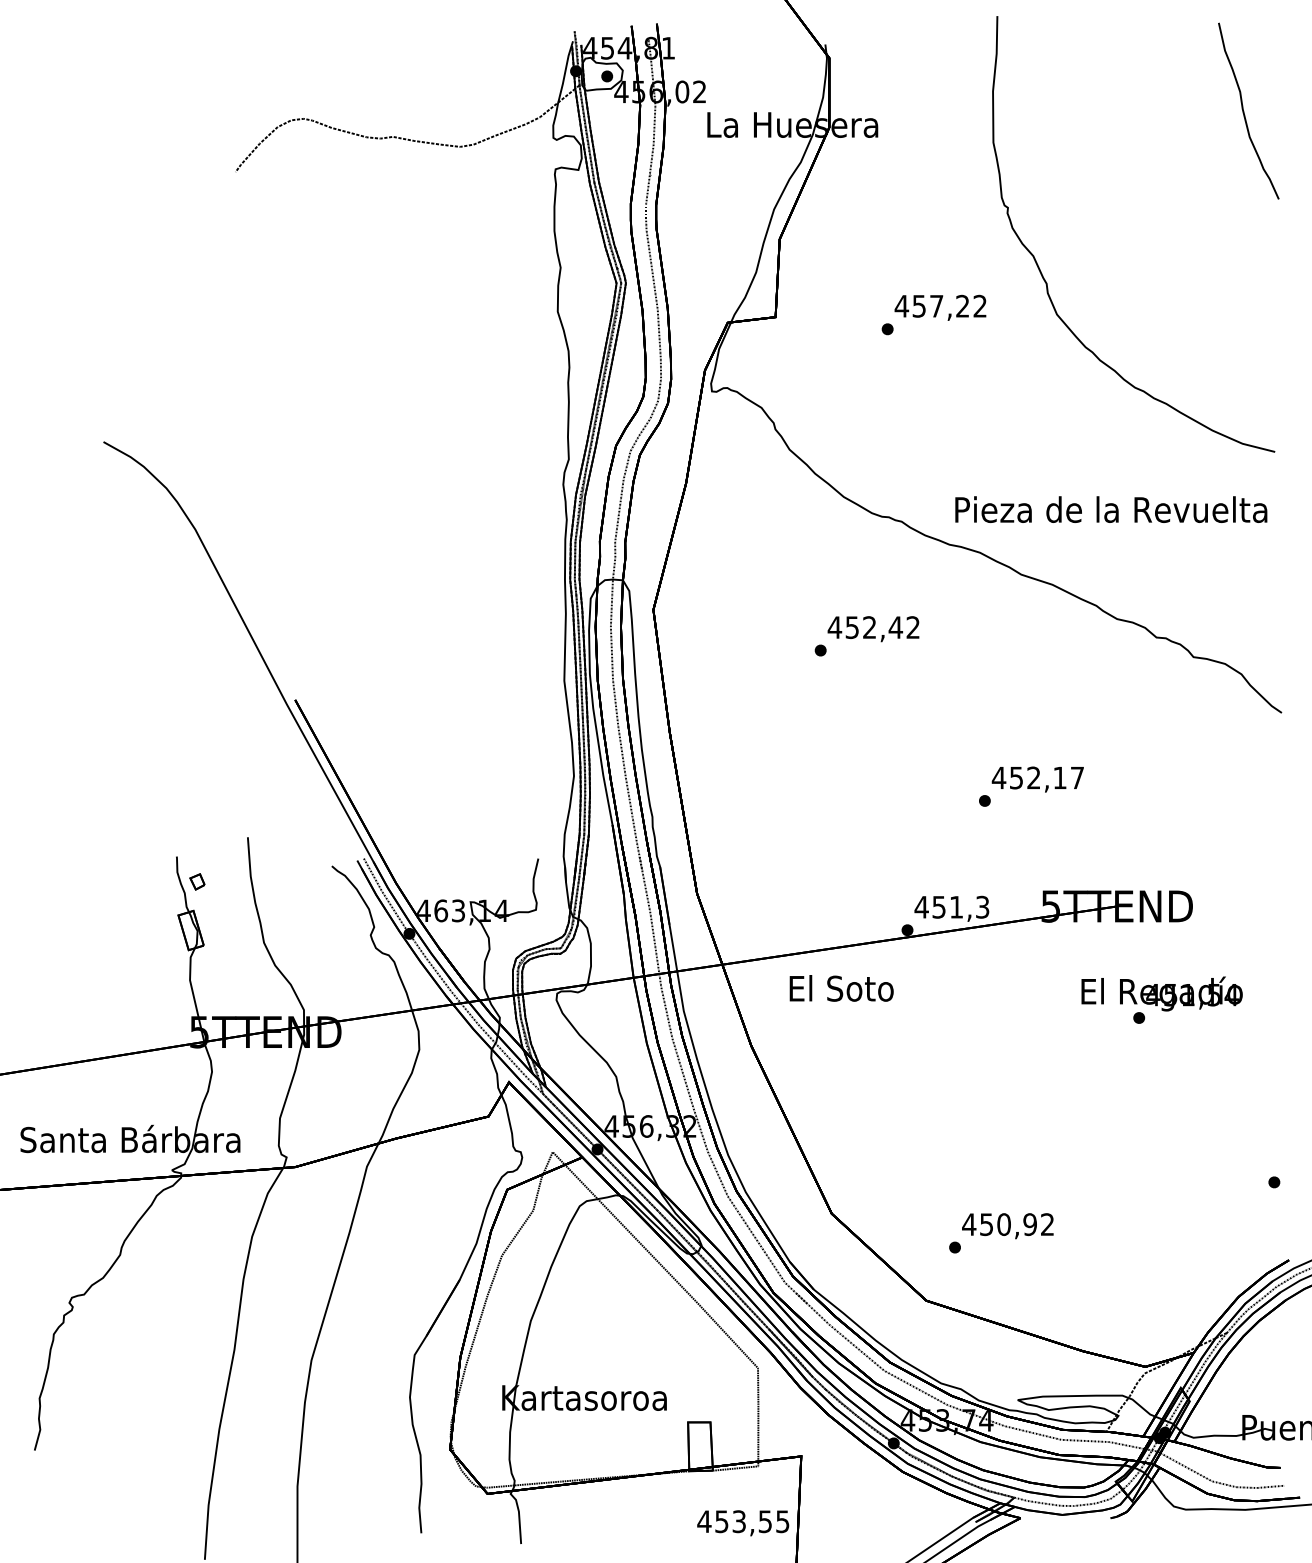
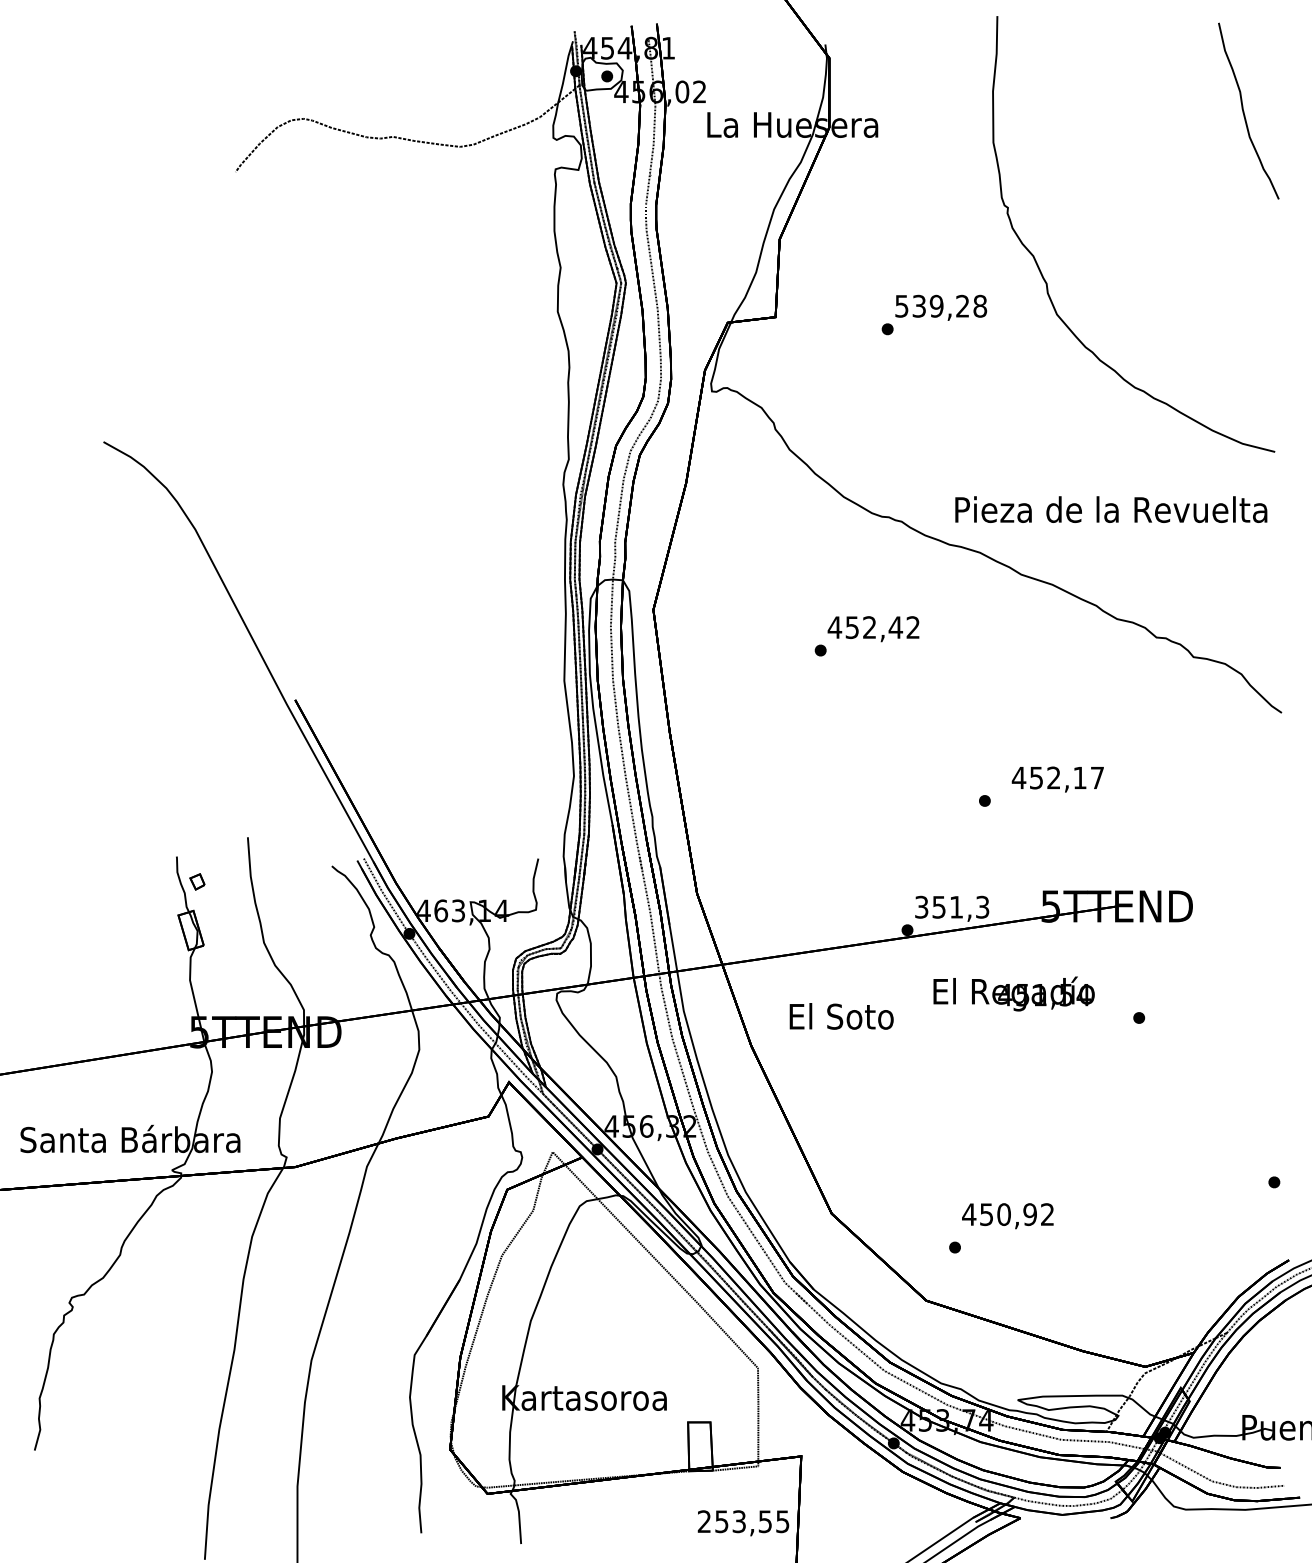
text at (940, 305): 457,22 -> 539,28
text at (1037, 779) position: (1037, 779) -> (1057, 779)
text at (921, 906): 451,3 -> 351,3
text at (841, 988) position: (841, 988) -> (841, 1016)
text at (1161, 993) position: (1161, 993) -> (1013, 993)
text at (1007, 1226) position: (1007, 1226) -> (1007, 1216)
text at (704, 1521): 453,55 -> 253,55
